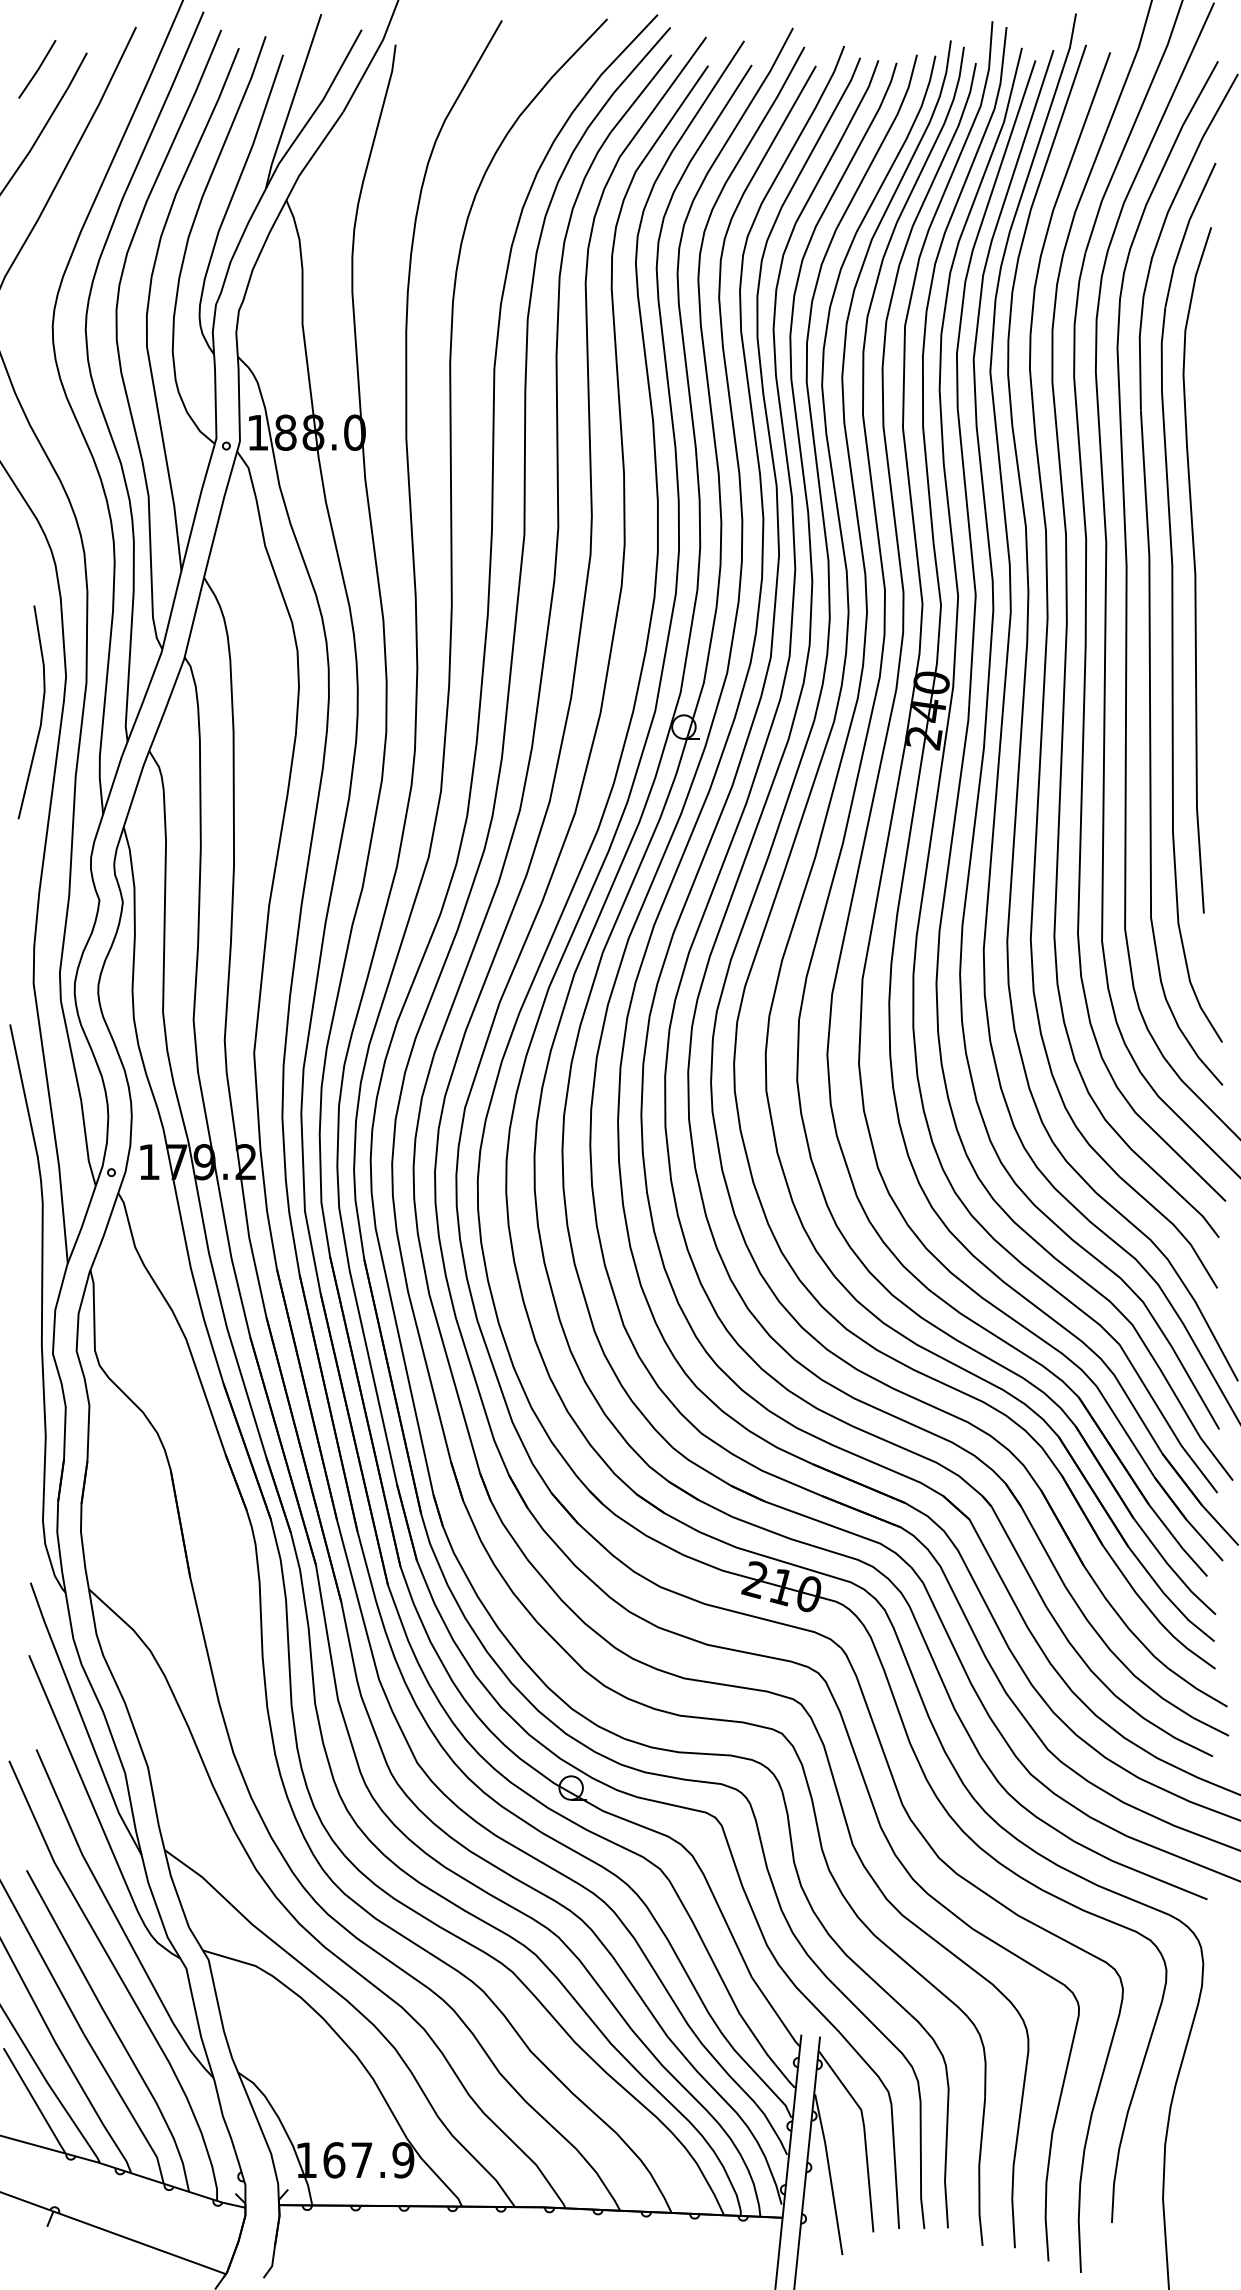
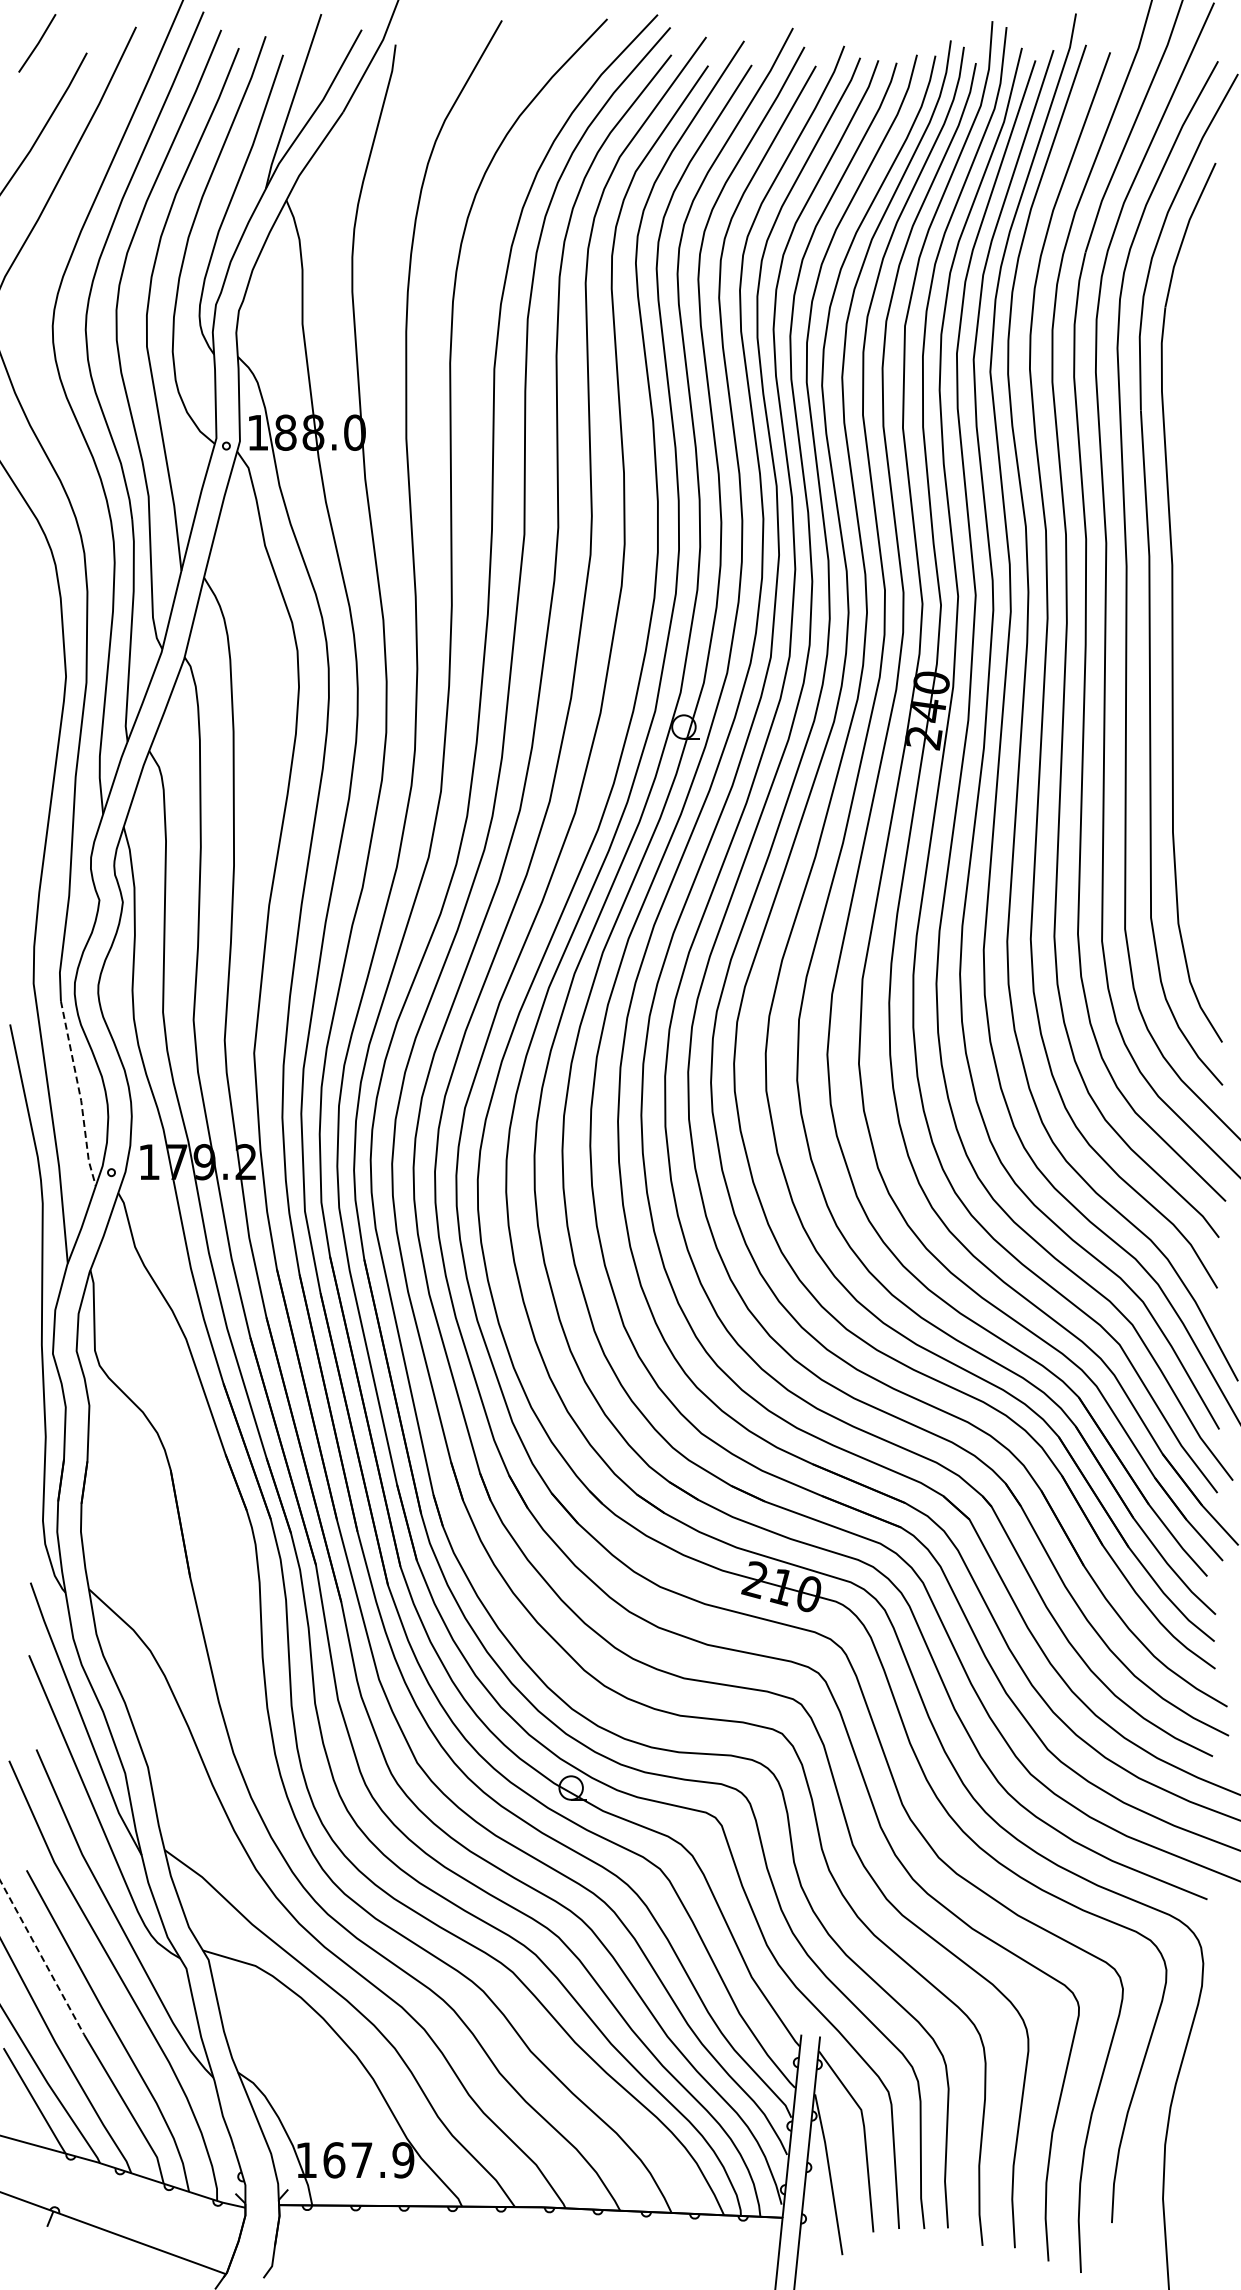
line at (37, 69) position: (37, 69) -> (37, 43)
curve at (1195, 570): present -> none
line at (40, 716): present -> none
line at (80, 1094): solid -> dashed
line at (42, 1958): solid -> dashed
